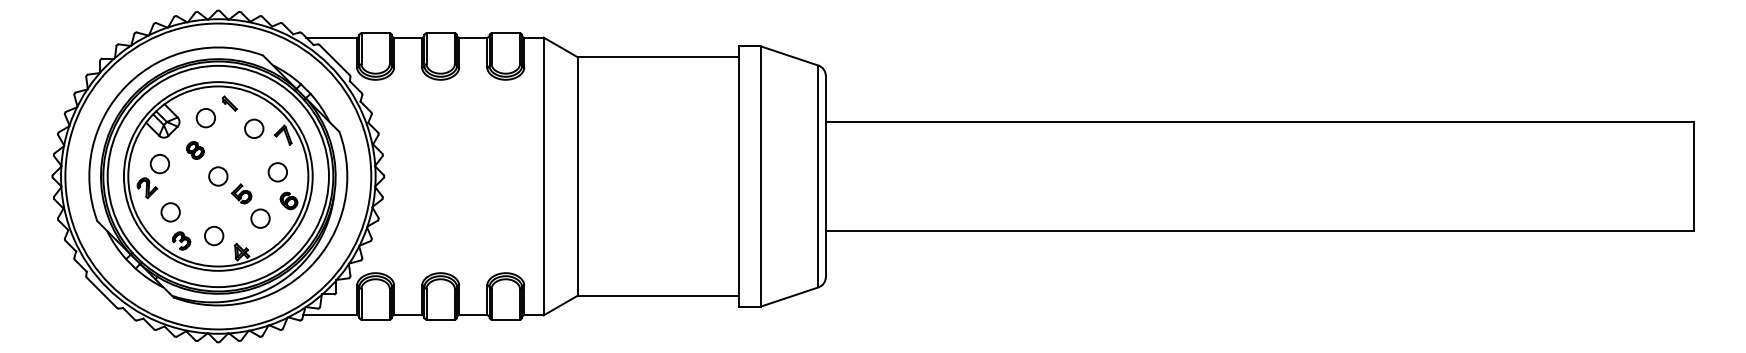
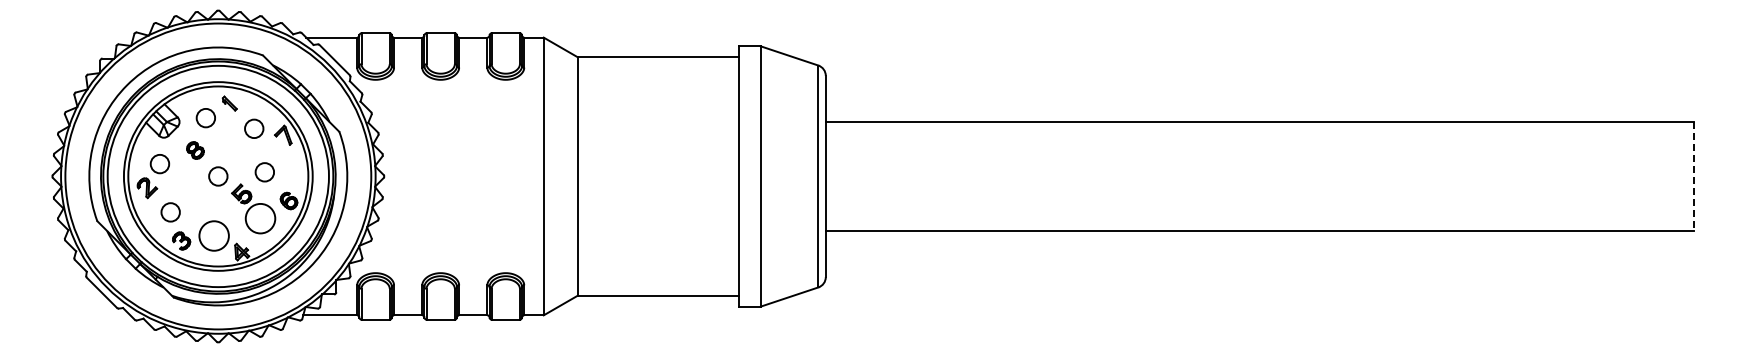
circle at (277, 172) position: (277, 172) -> (264, 172)
line at (1693, 176): solid -> dashed
circle at (260, 218) diameter: 18 px -> 30 px
circle at (213, 235) diameter: 18 px -> 30 px
